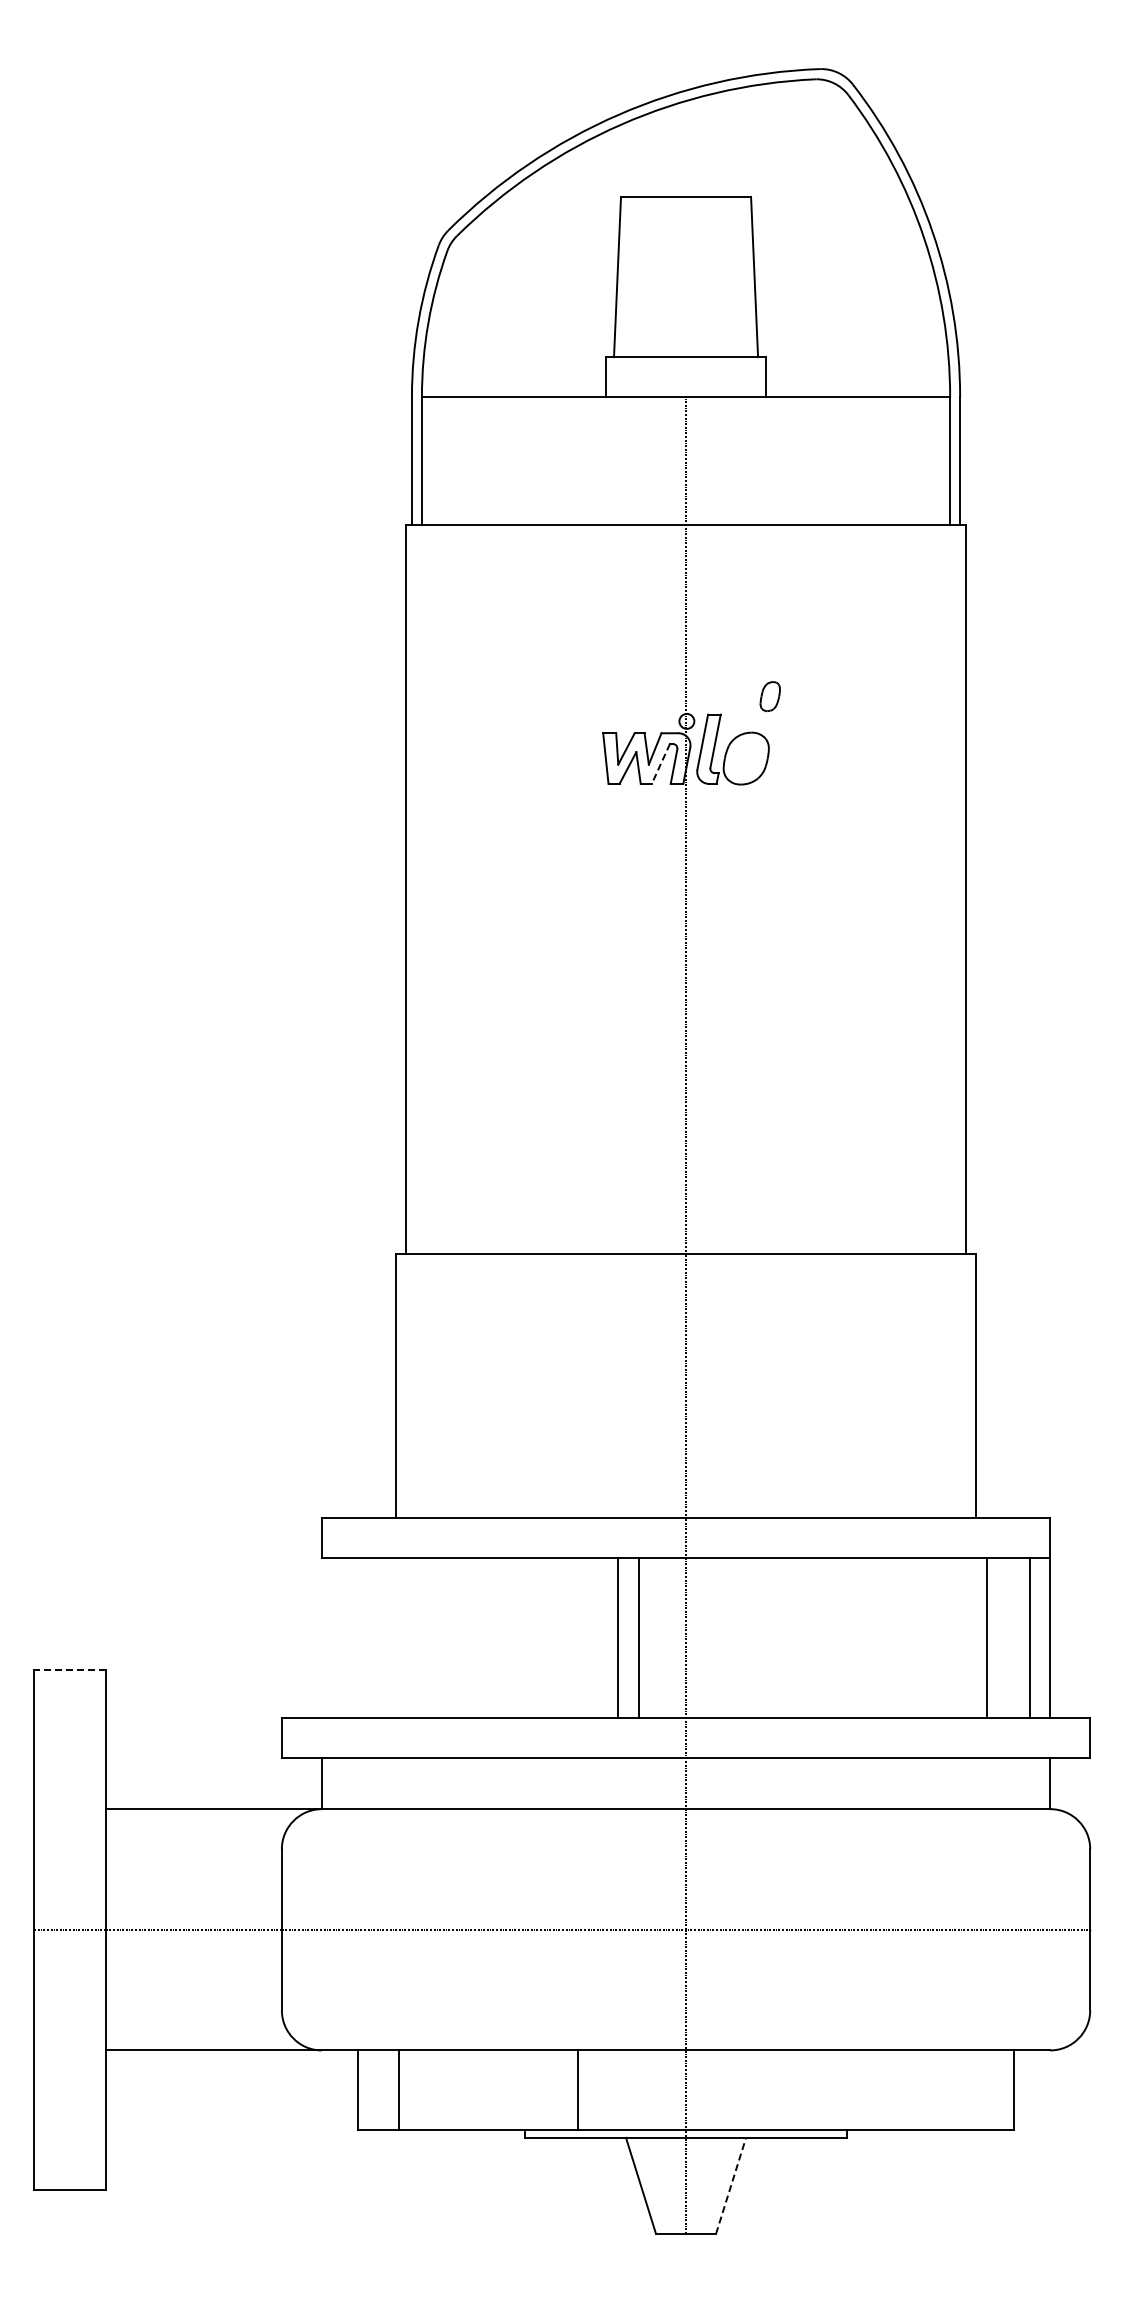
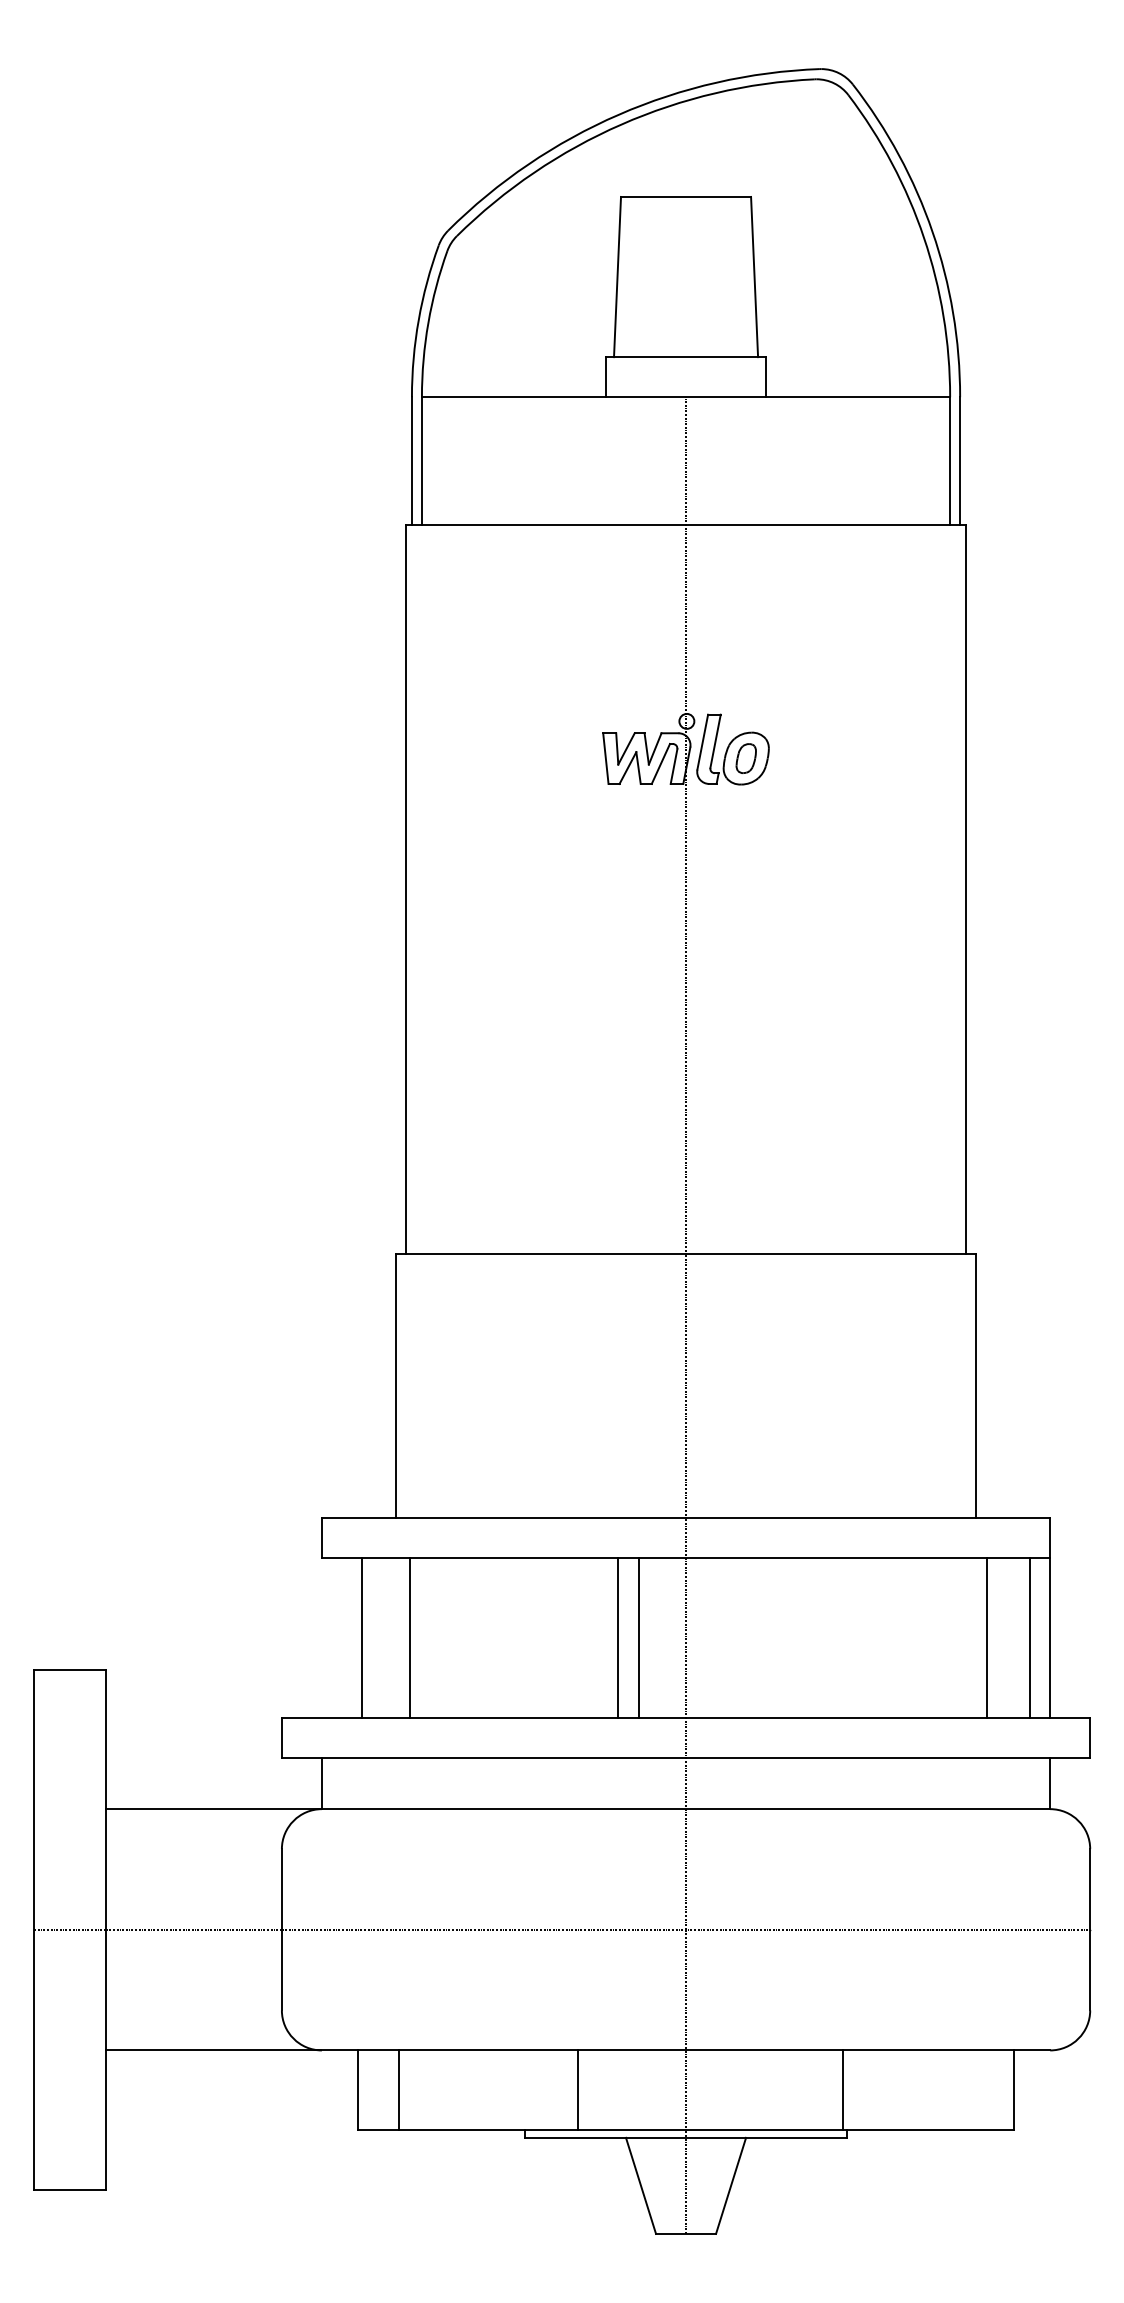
part at (769, 696) position: (769, 696) -> (745, 758)
line at (660, 763): dashed -> solid
line at (361, 1637): none -> present
line at (410, 1637): none -> present
line at (69, 1669): dashed -> solid
line at (842, 2089): none -> present
line at (731, 2185): dashed -> solid
